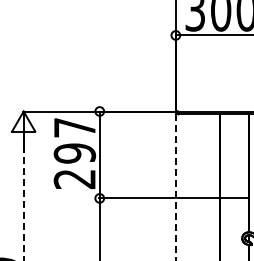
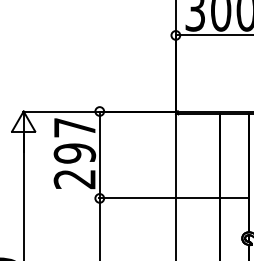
line at (175, 187): dashed -> solid
line at (23, 197): dashed -> solid
